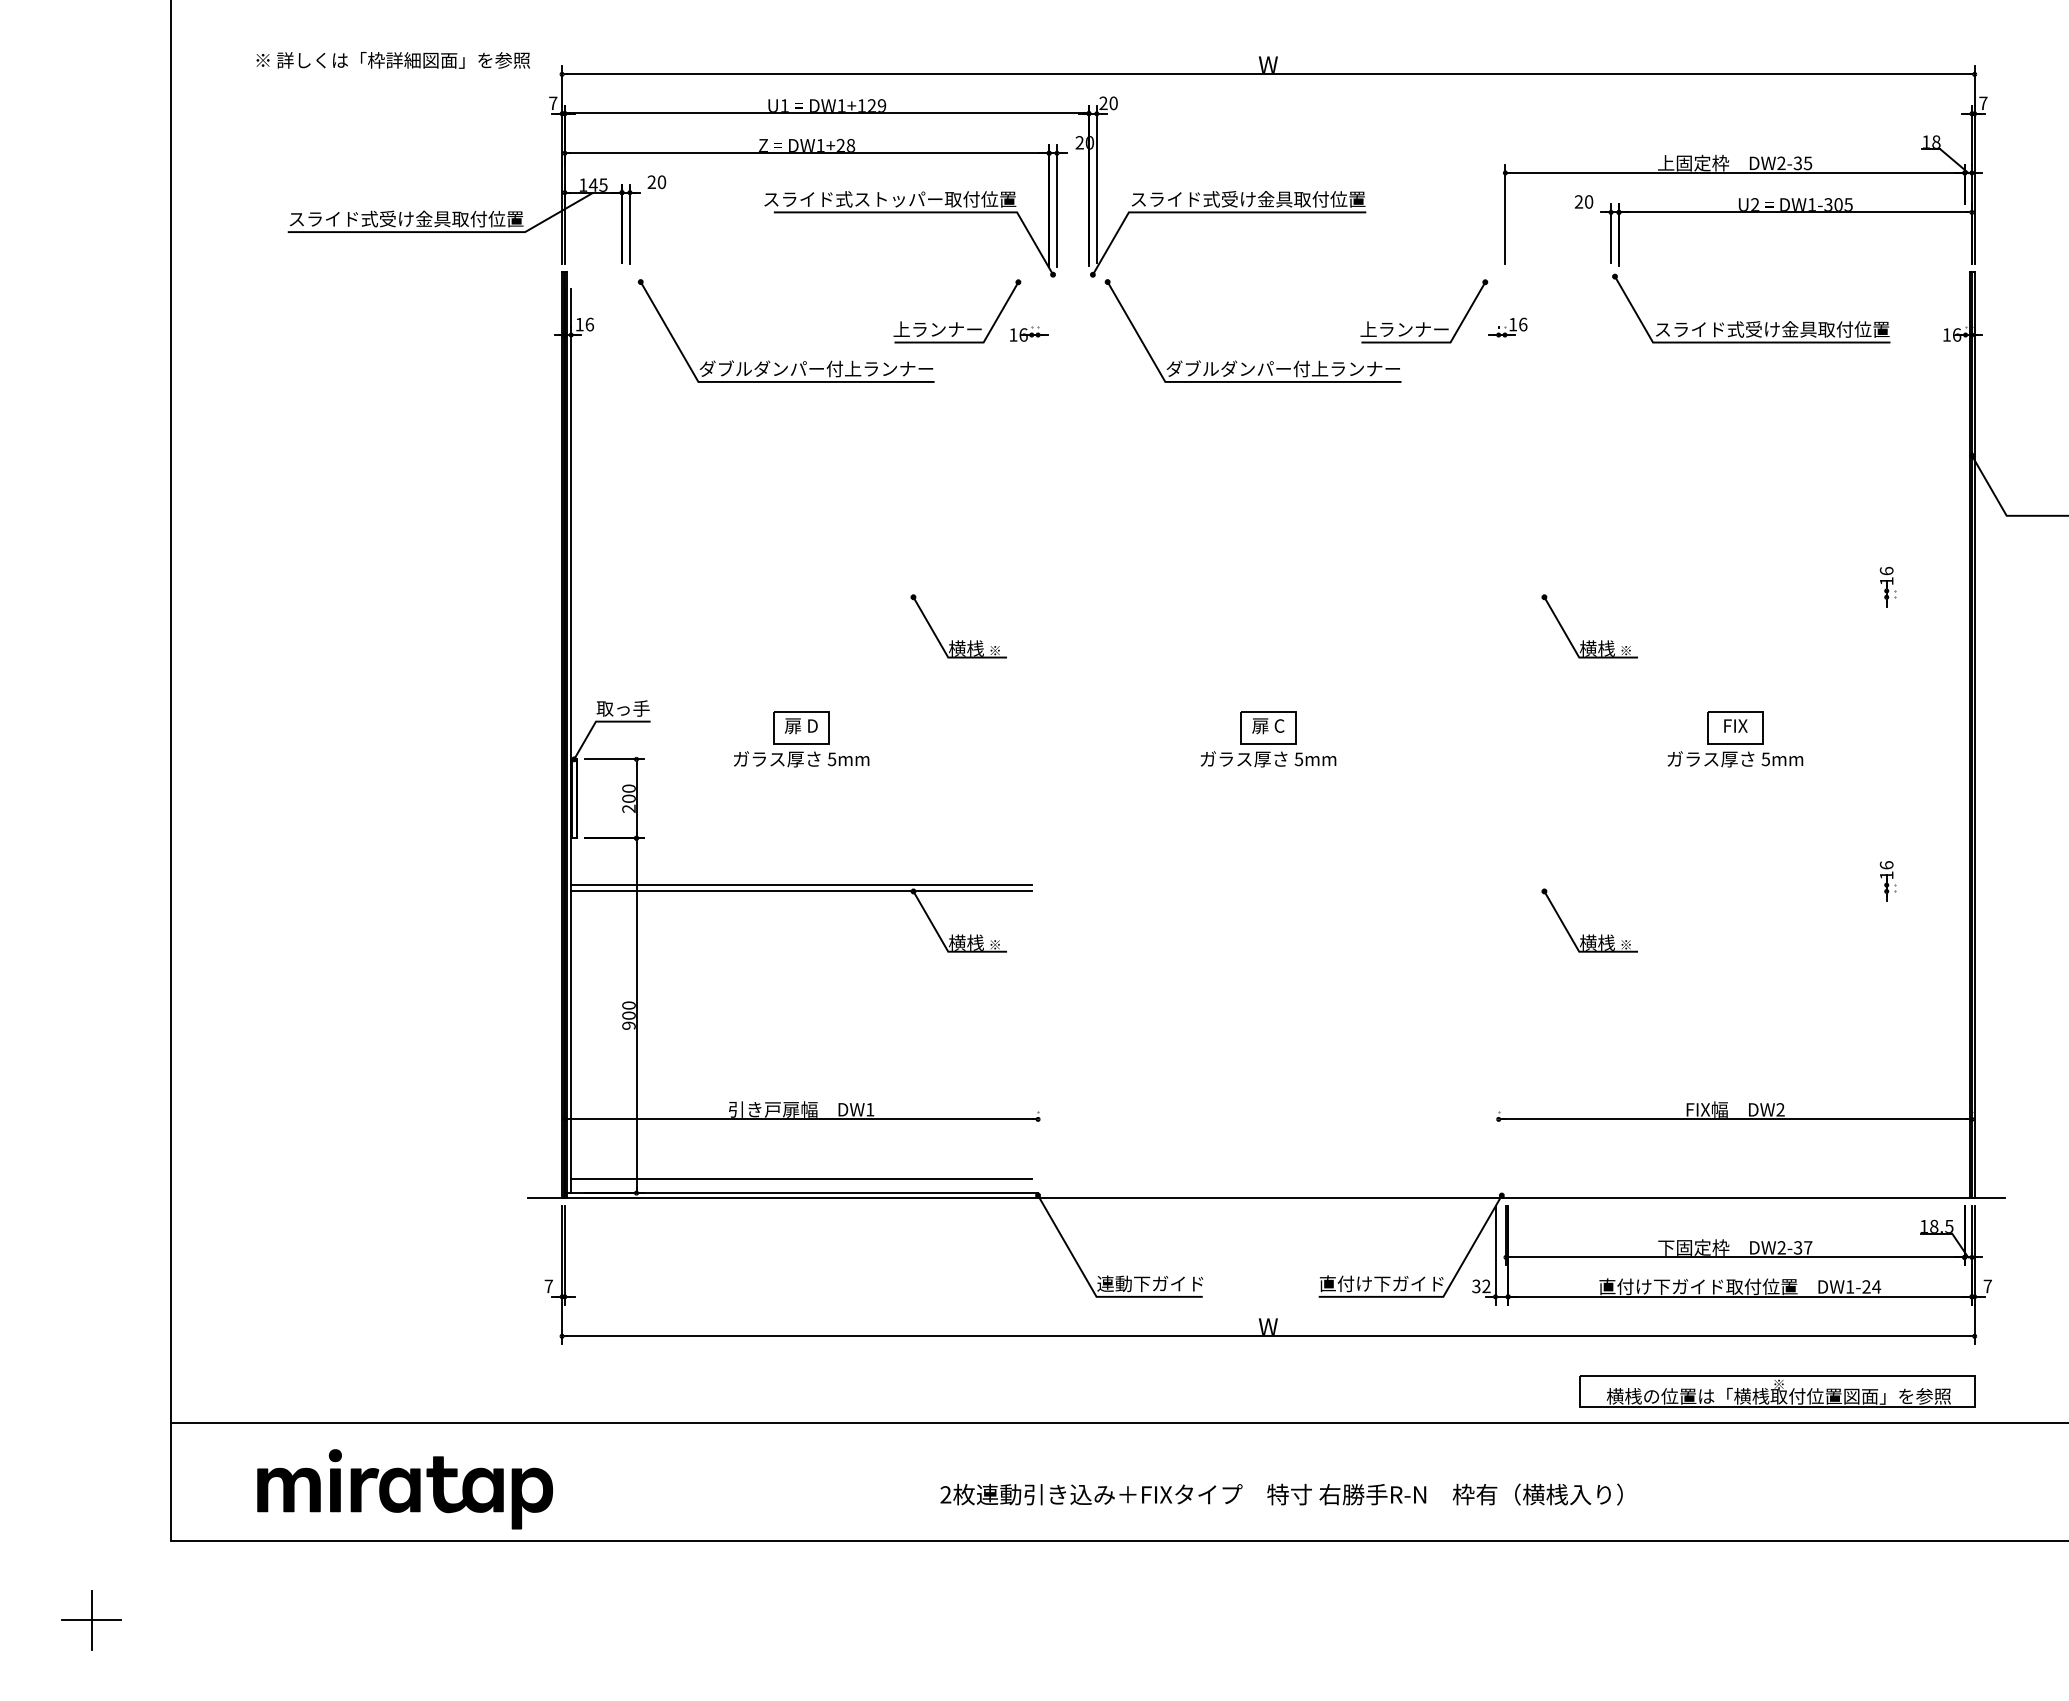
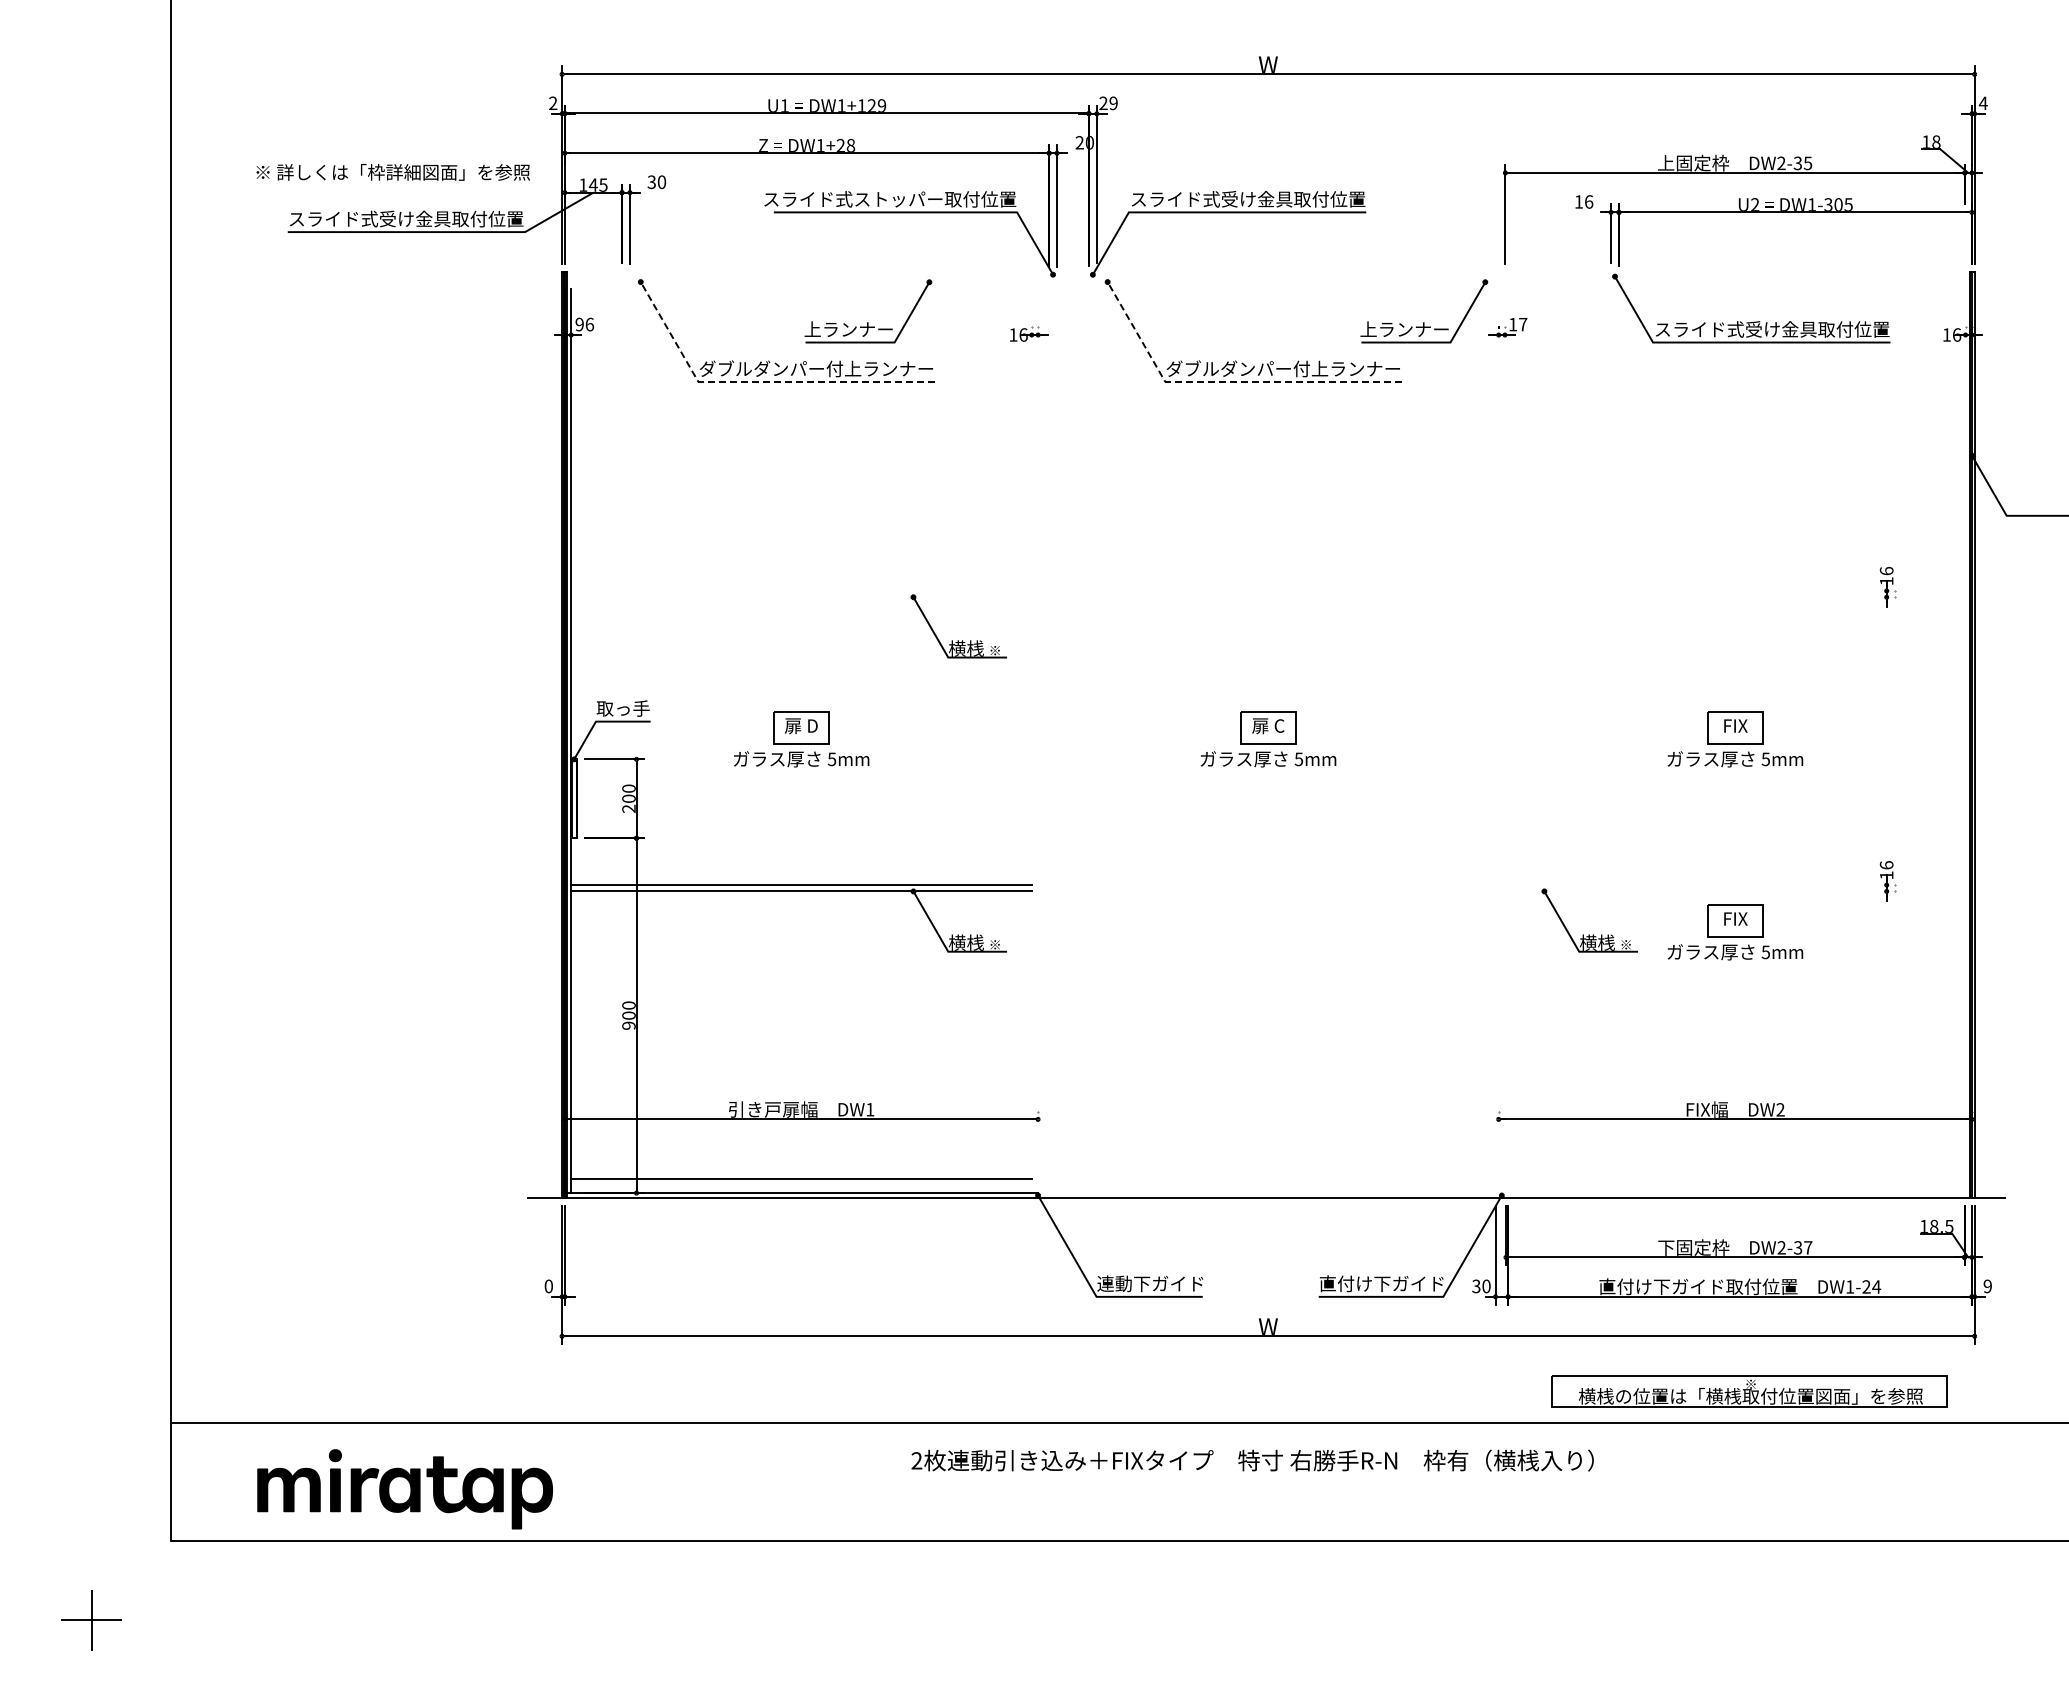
text at (392, 60) position: (392, 60) -> (392, 172)
text at (553, 102): 7 -> 2
text at (1982, 102): 7 -> 4
text at (1113, 103): 20 -> 29
text at (651, 182): 20 -> 30
text at (1583, 201): 20 -> 16
part at (957, 322) position: (957, 322) -> (868, 322)
text at (579, 324): 16 -> 96
text at (1523, 324): 16 -> 17
line at (758, 381): solid -> dashed
line at (1225, 381): solid -> dashed
part at (1589, 640): present -> none
part at (1735, 932): none -> present
text at (548, 1286): 7 -> 0
text at (1486, 1286): 32 -> 30
text at (1987, 1286): 7 -> 9
part at (1777, 1391) position: (1777, 1391) -> (1749, 1391)
text at (1281, 1494) position: (1281, 1494) -> (1252, 1460)
